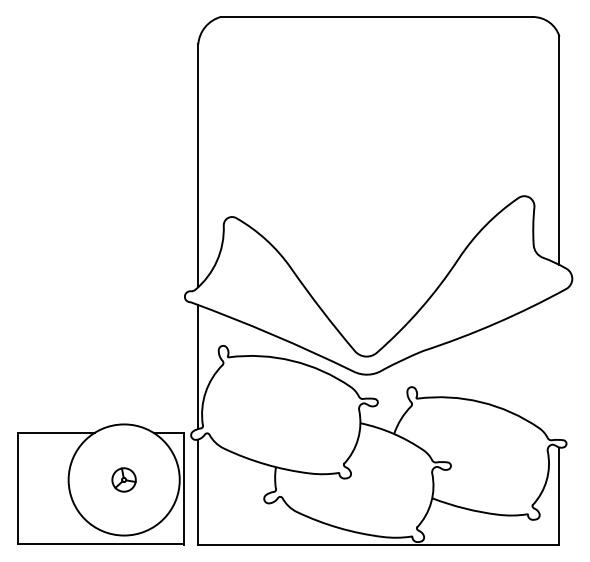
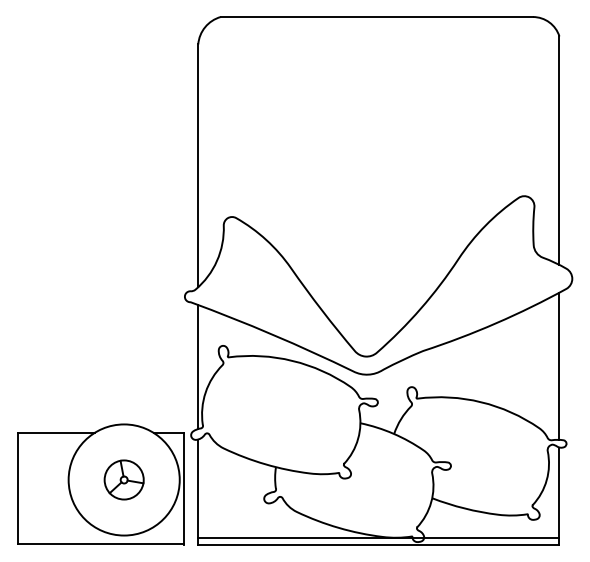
line at (559, 365): none -> present
part at (123, 479) size: 26x26 px -> 42x42 px
line at (378, 537): none -> present
